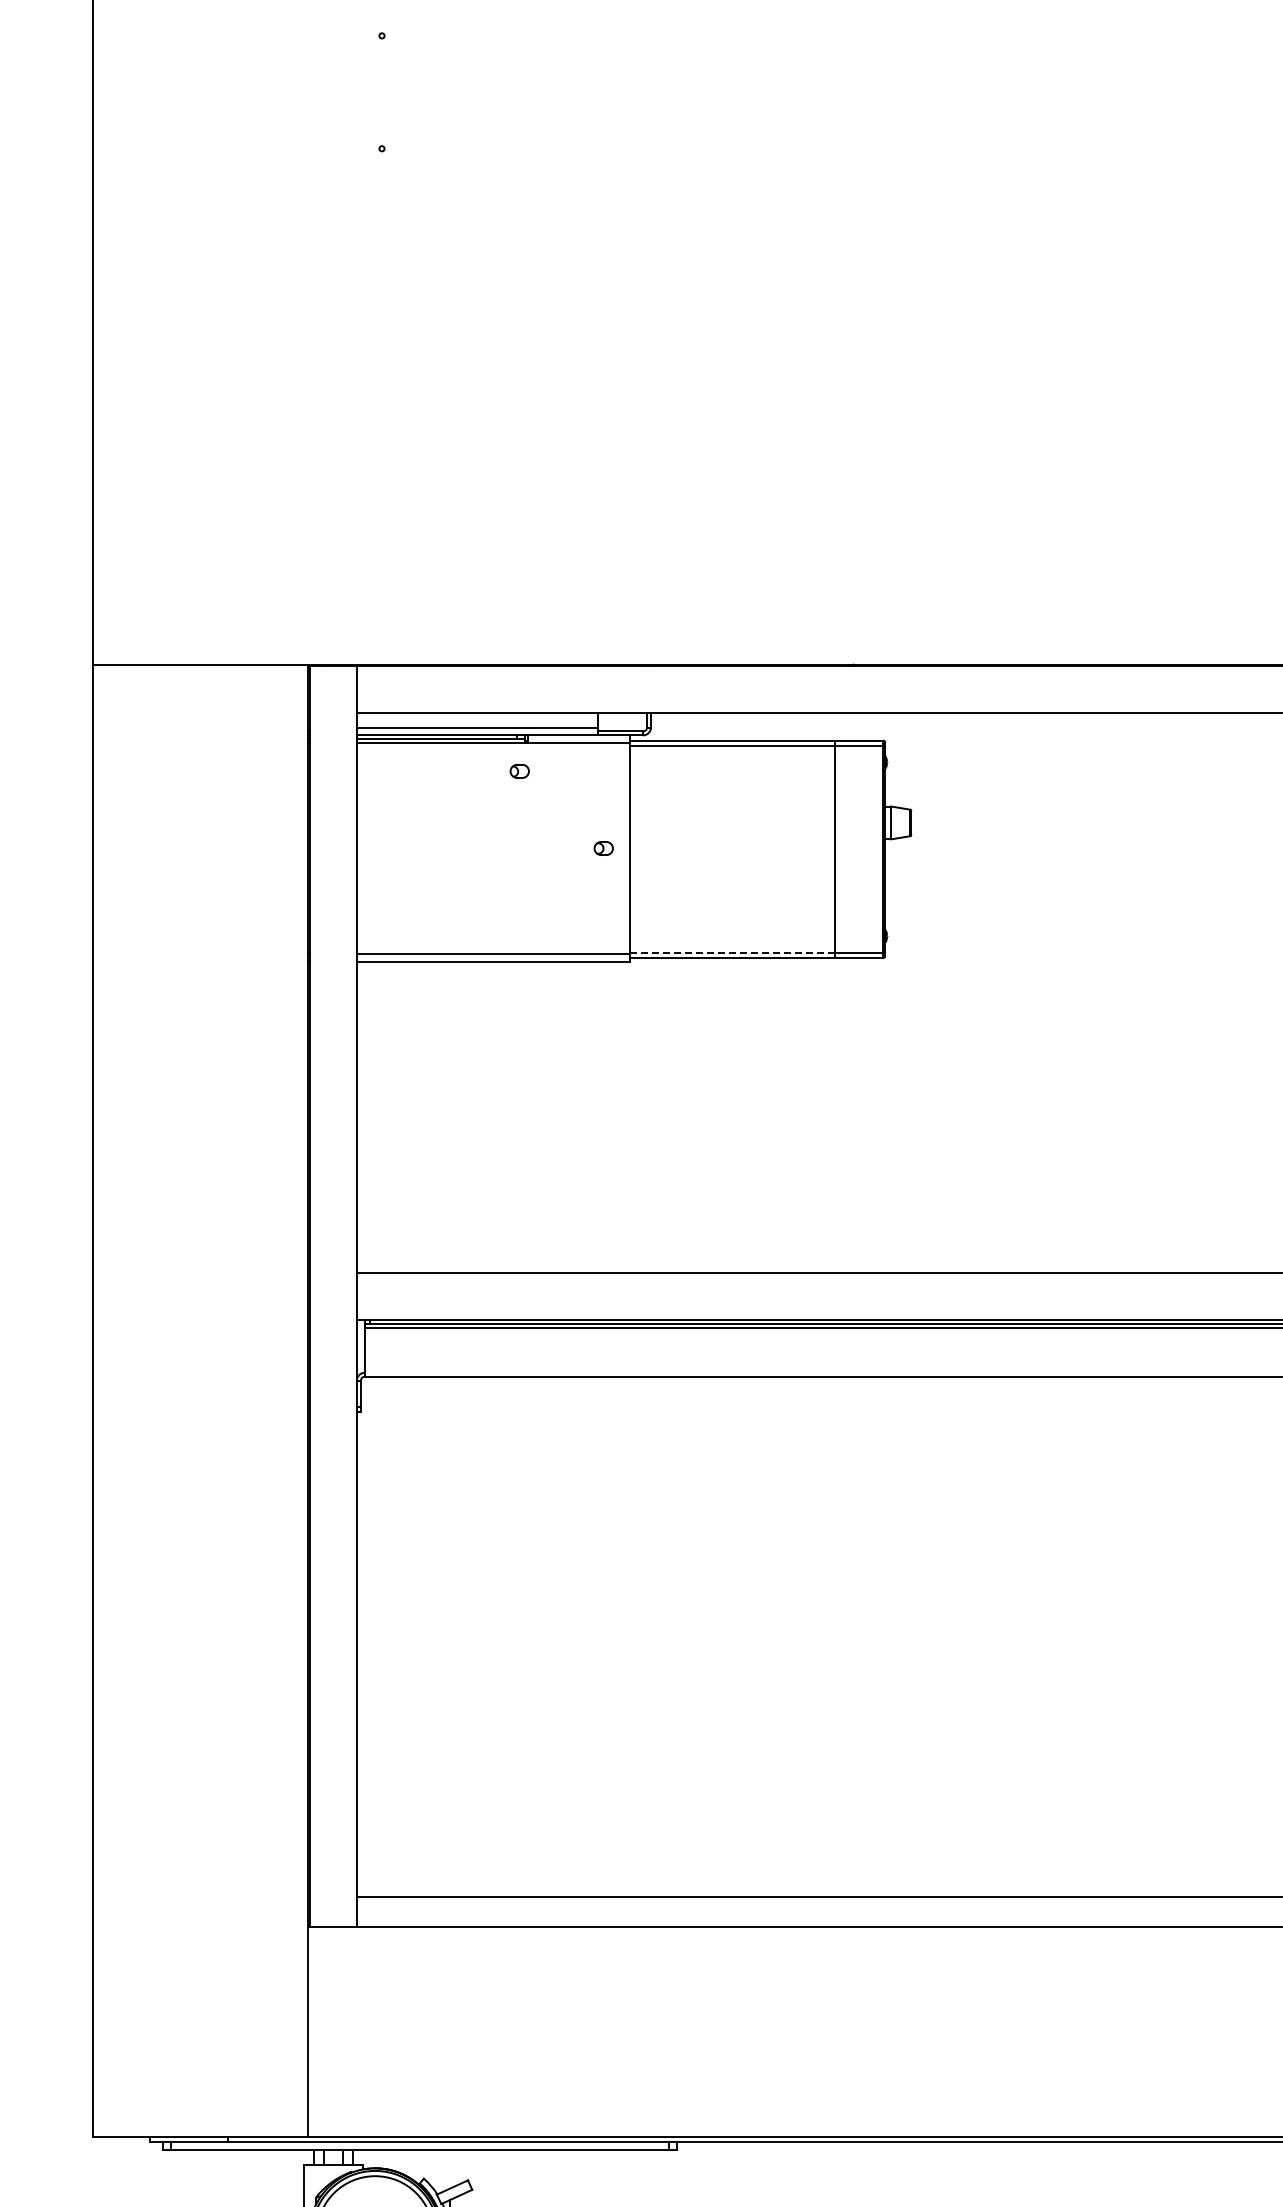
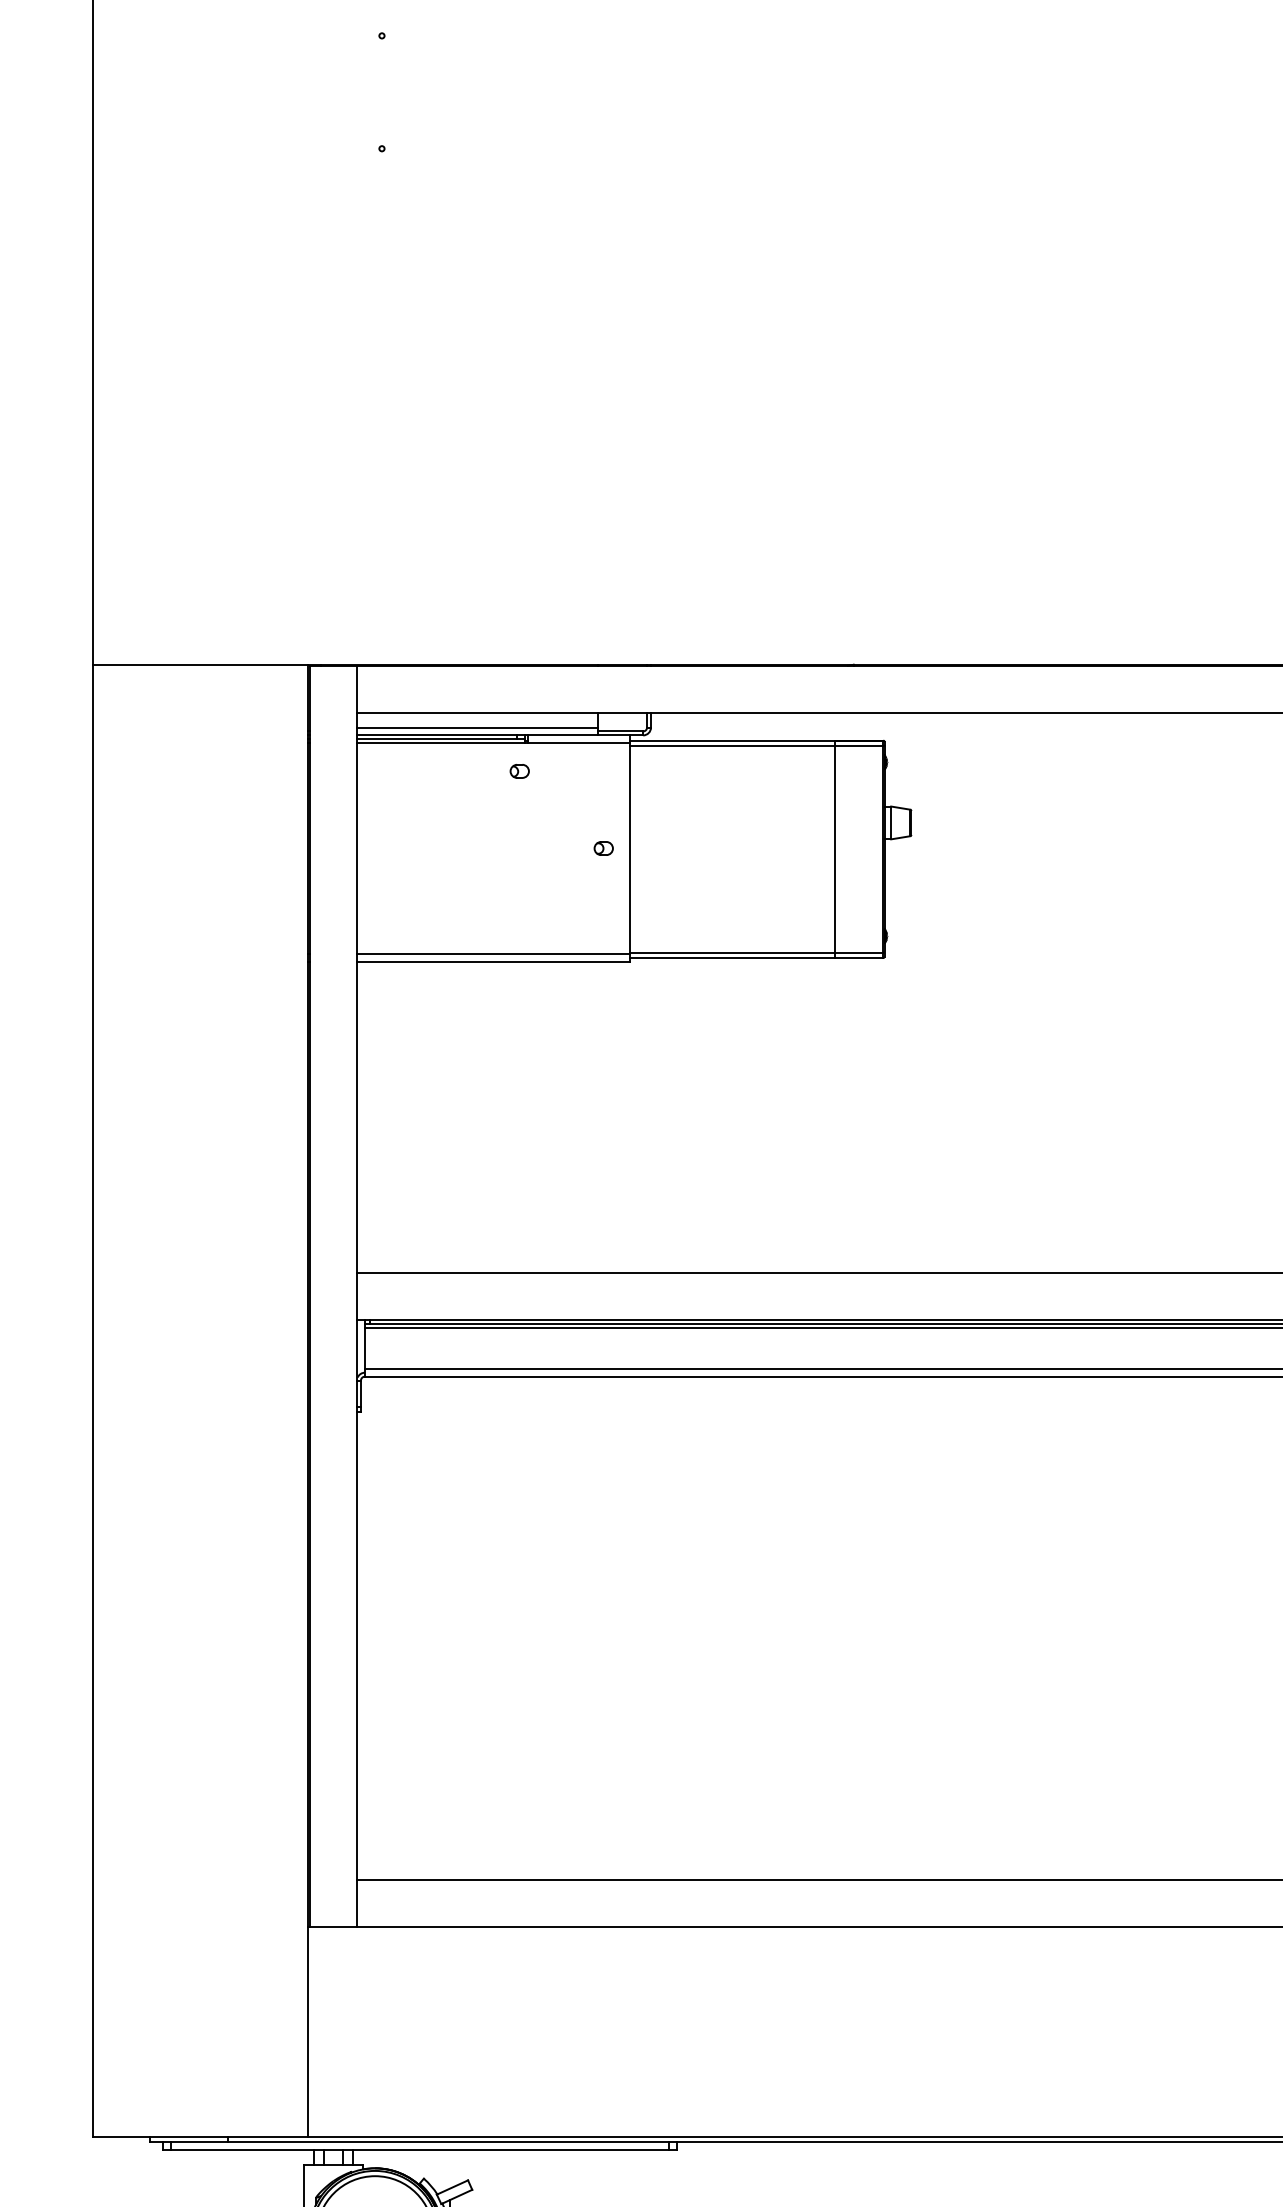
line at (731, 952): dashed -> solid
line at (821, 1368): none -> present
line at (818, 1896) position: (818, 1896) -> (818, 1879)
